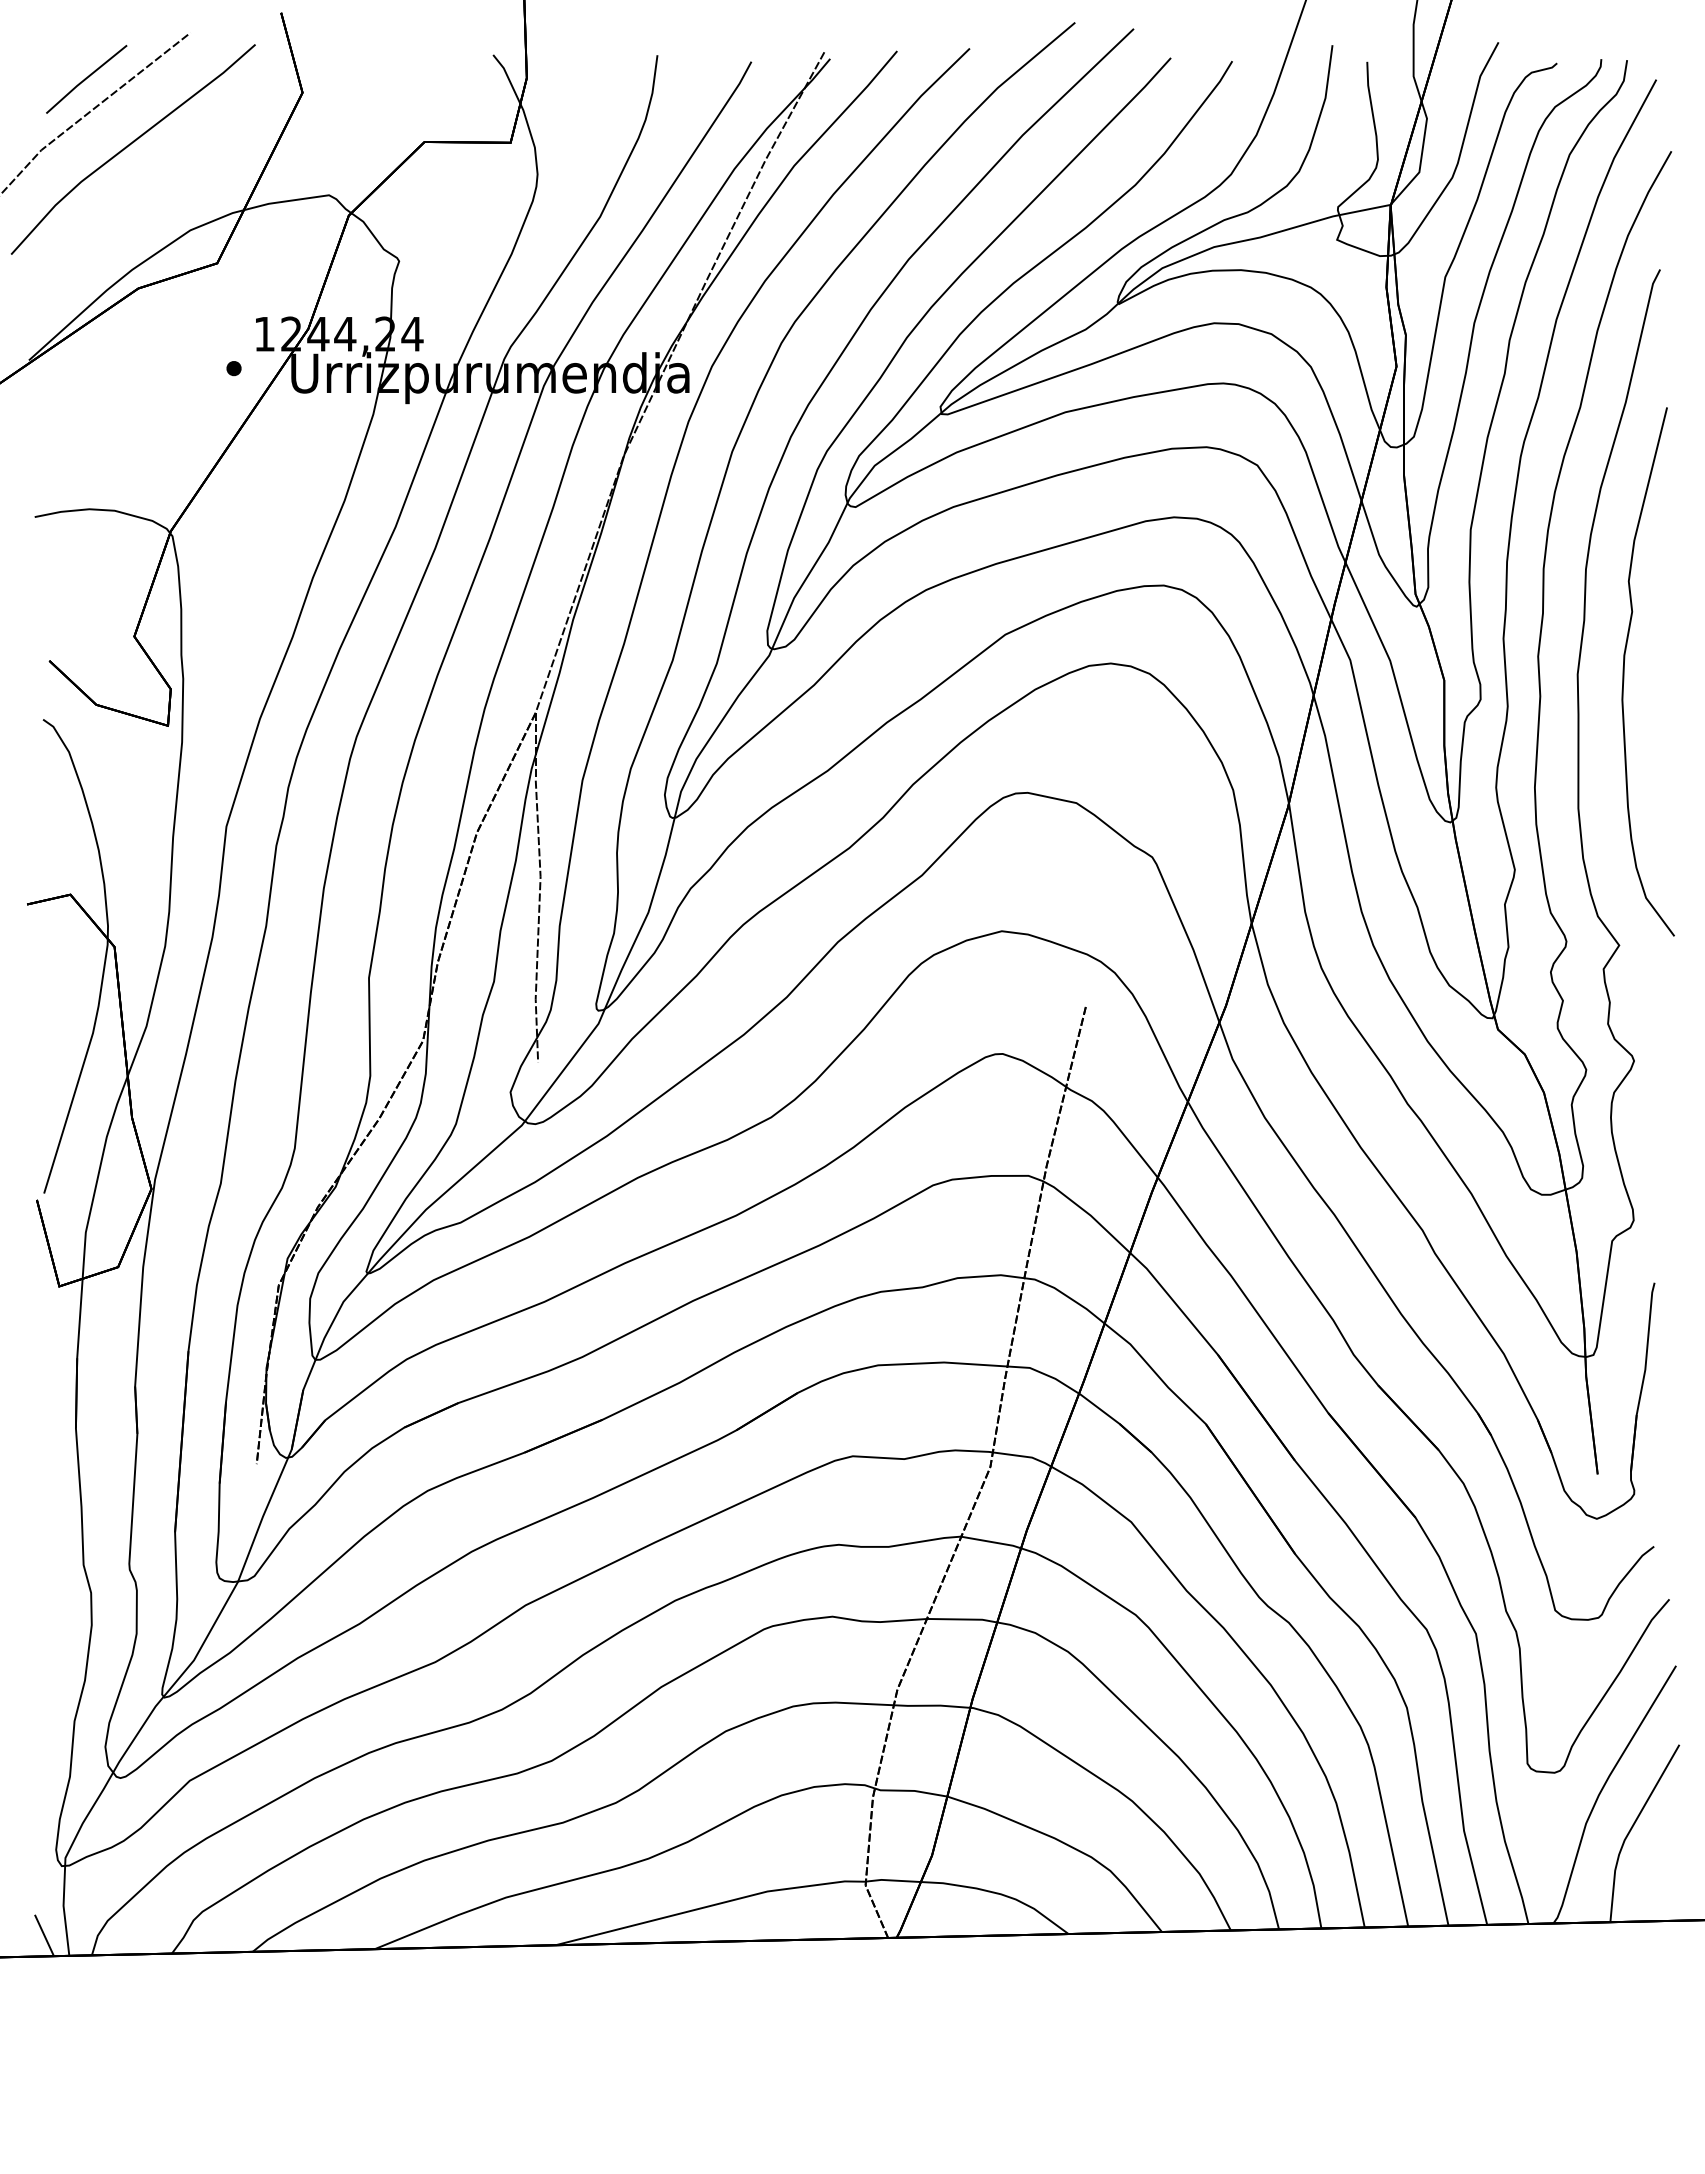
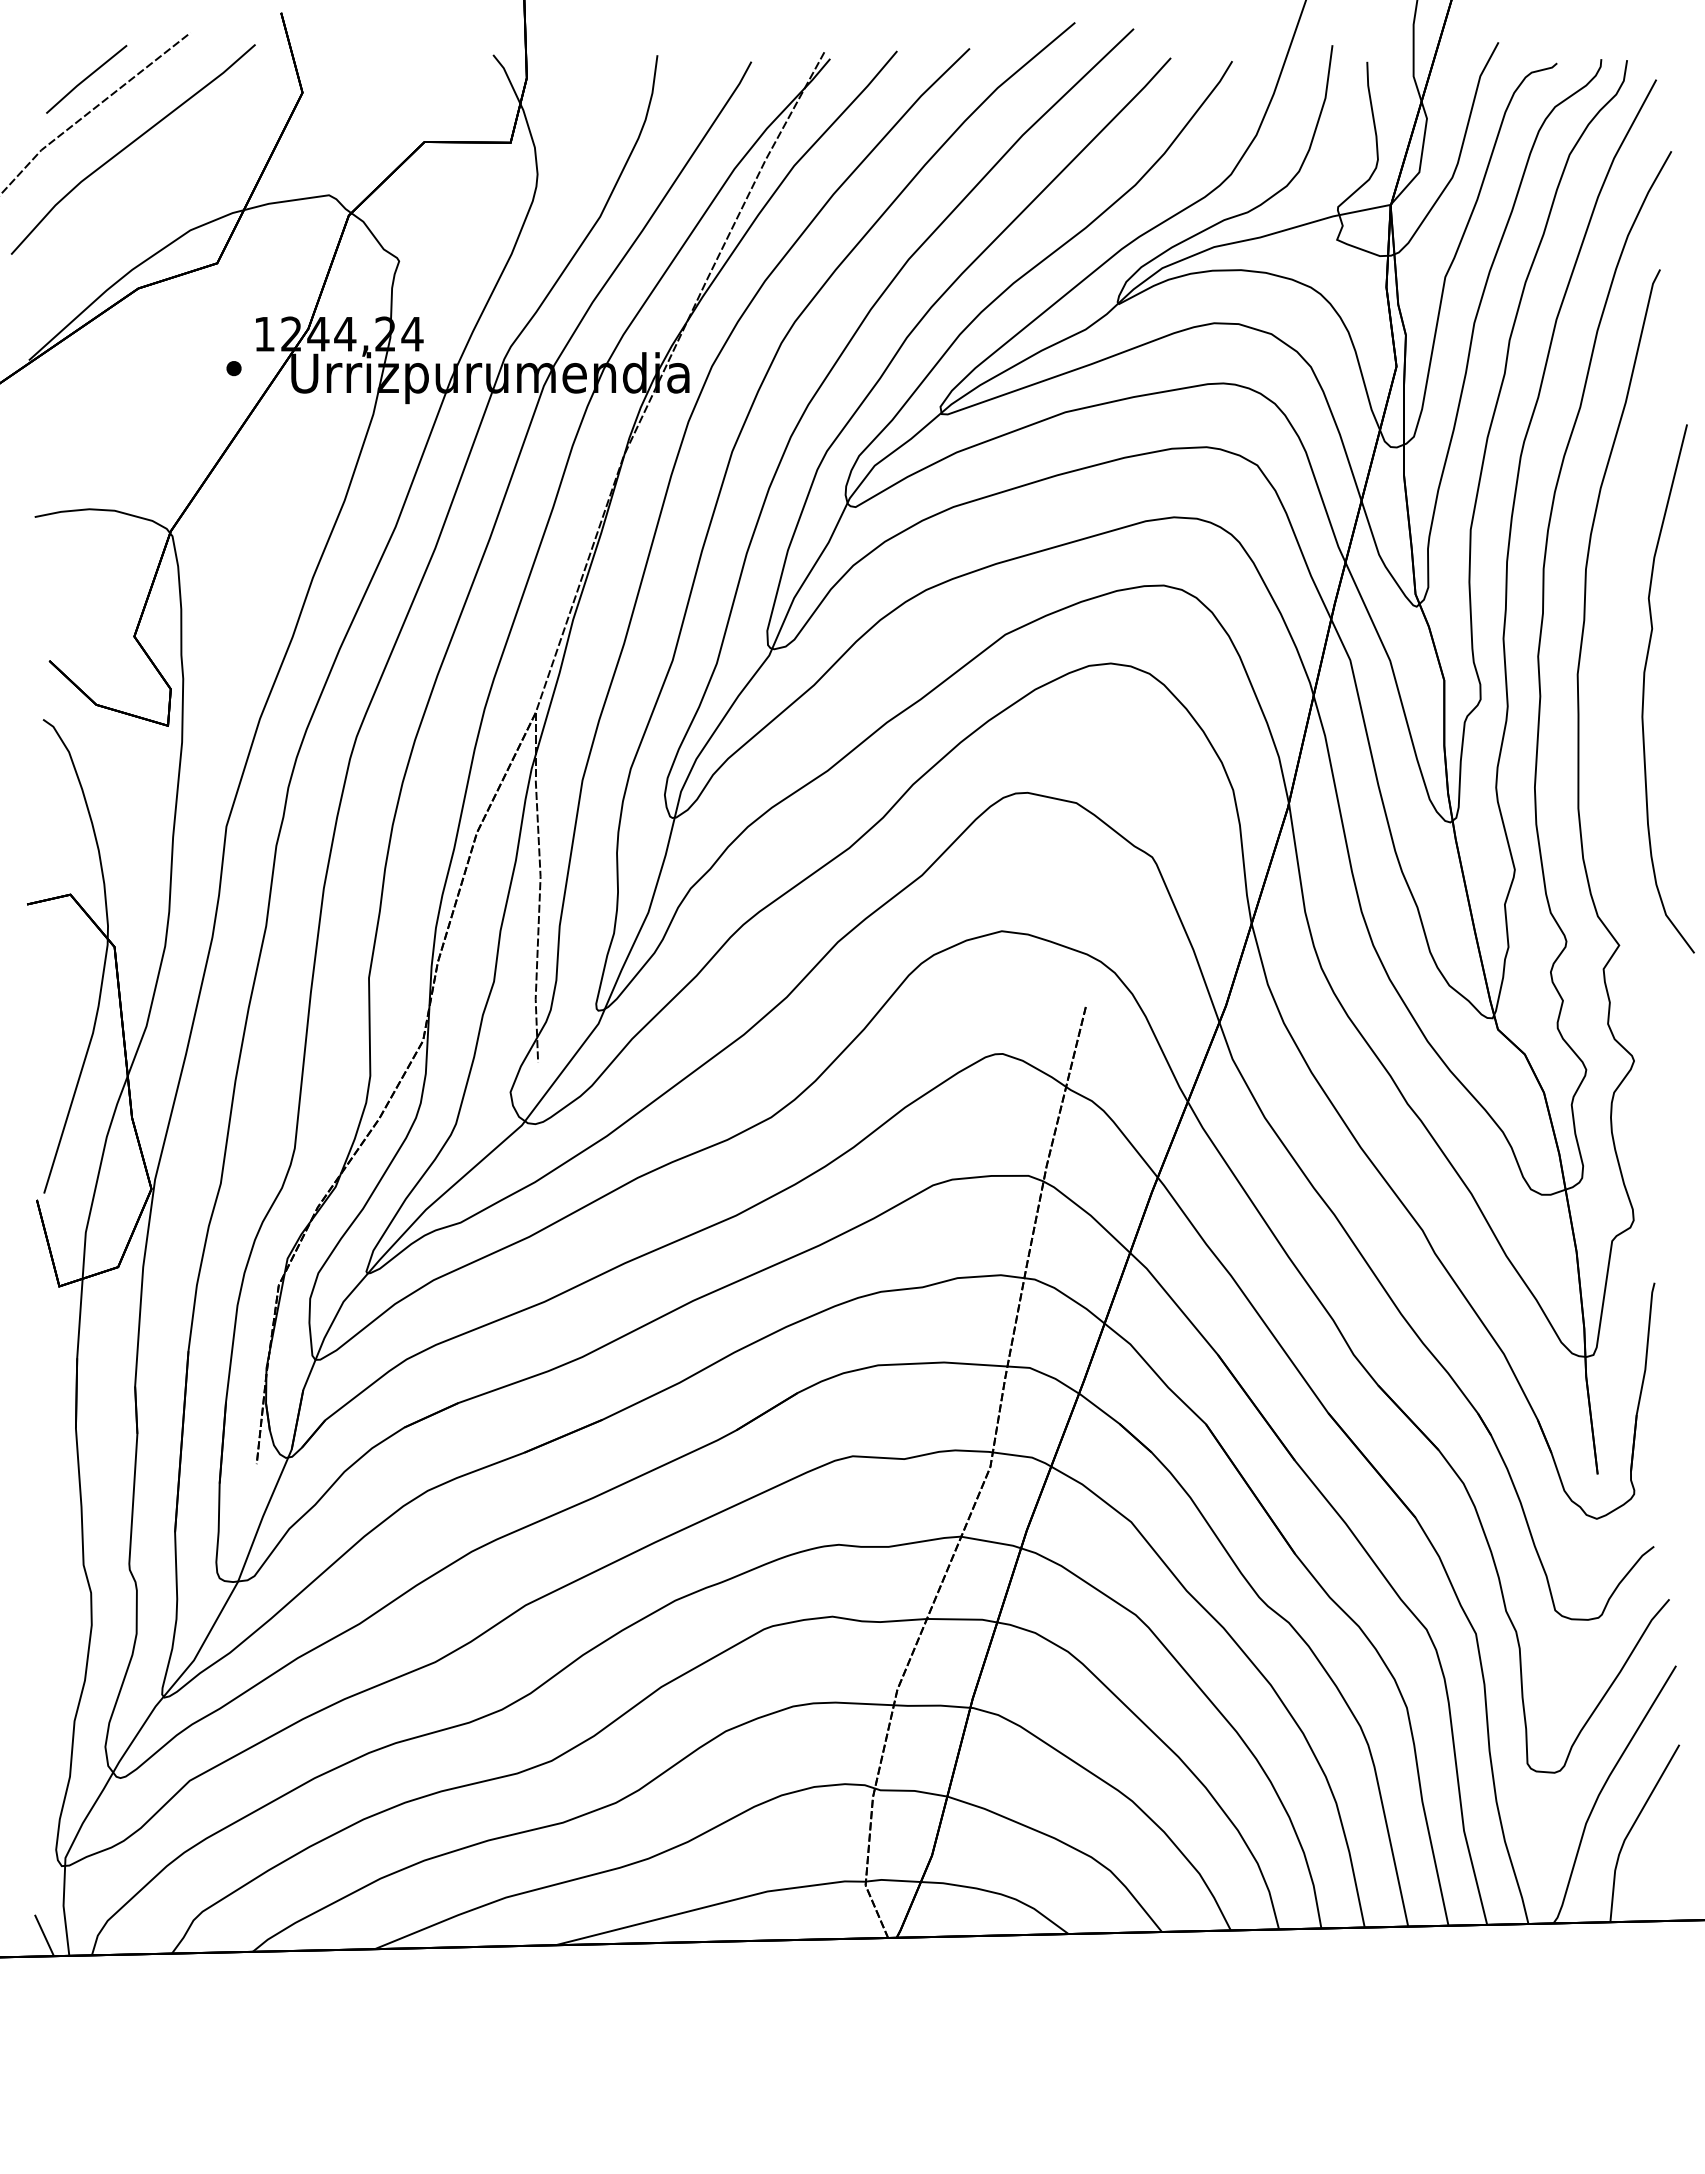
curve at (1624, 671) position: (1624, 671) -> (1644, 688)
